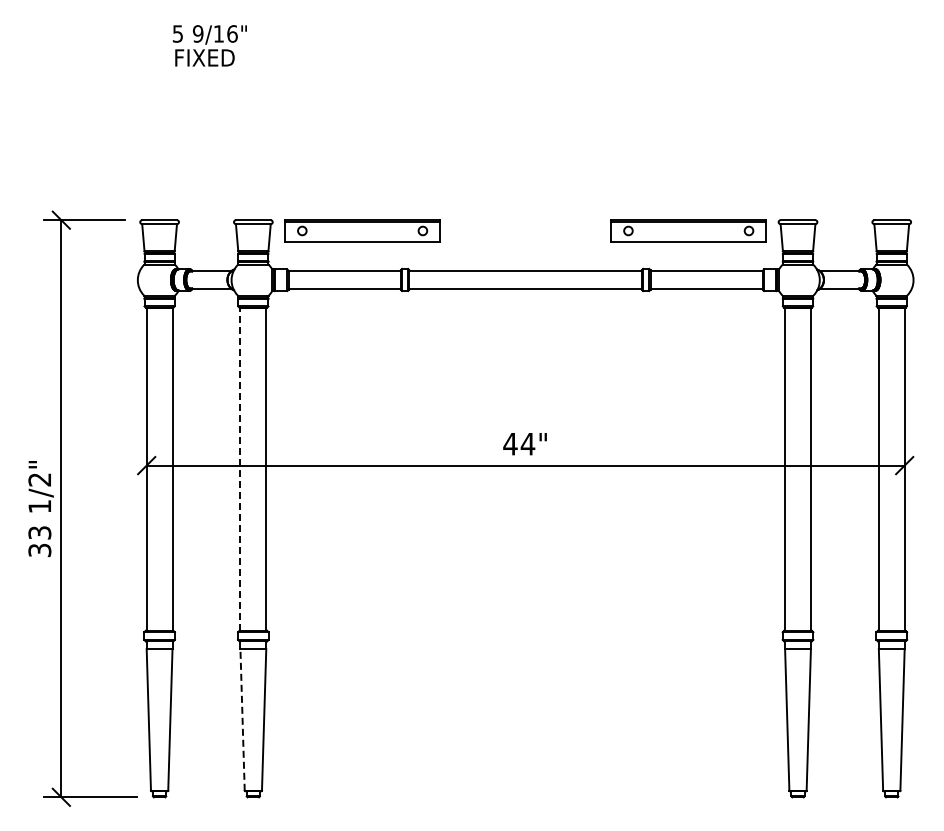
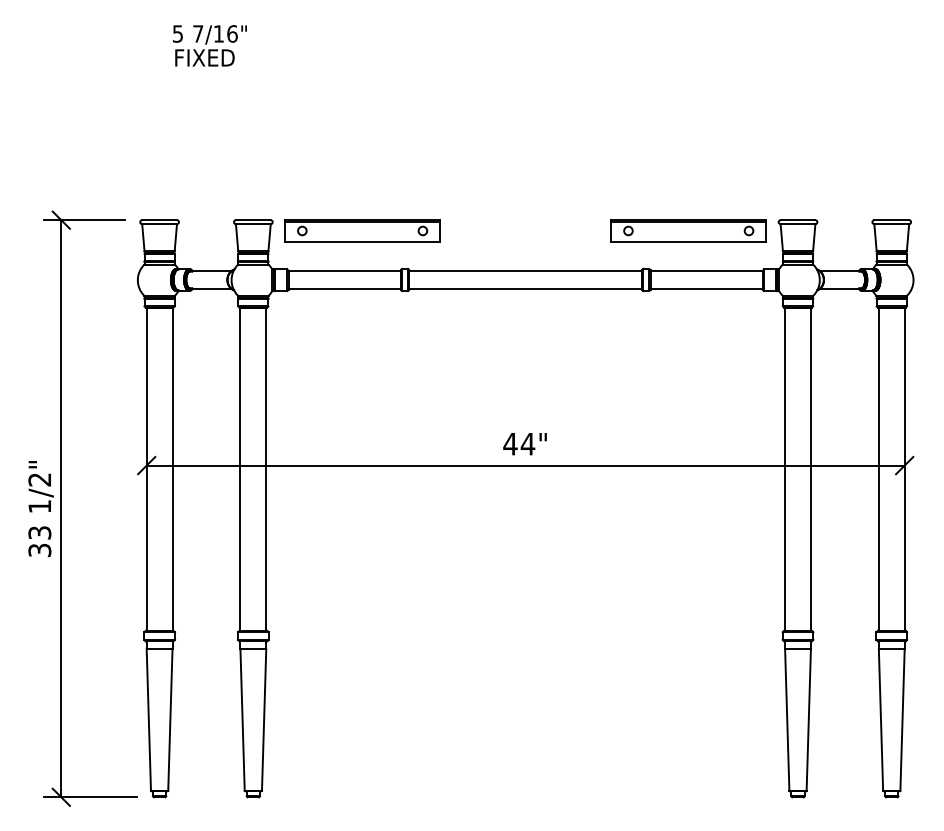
text at (198, 33): 9/16" -> 7/16"
line at (240, 468): dashed -> solid
line at (242, 719): dashed -> solid
